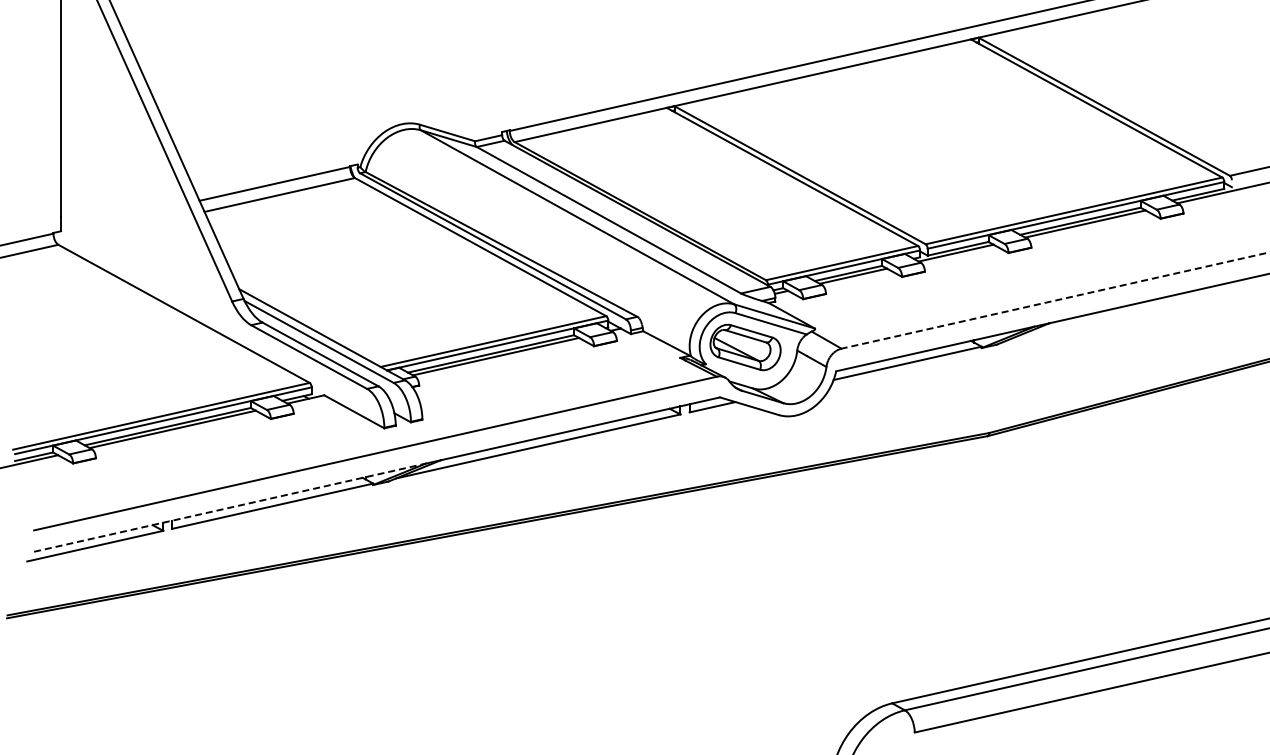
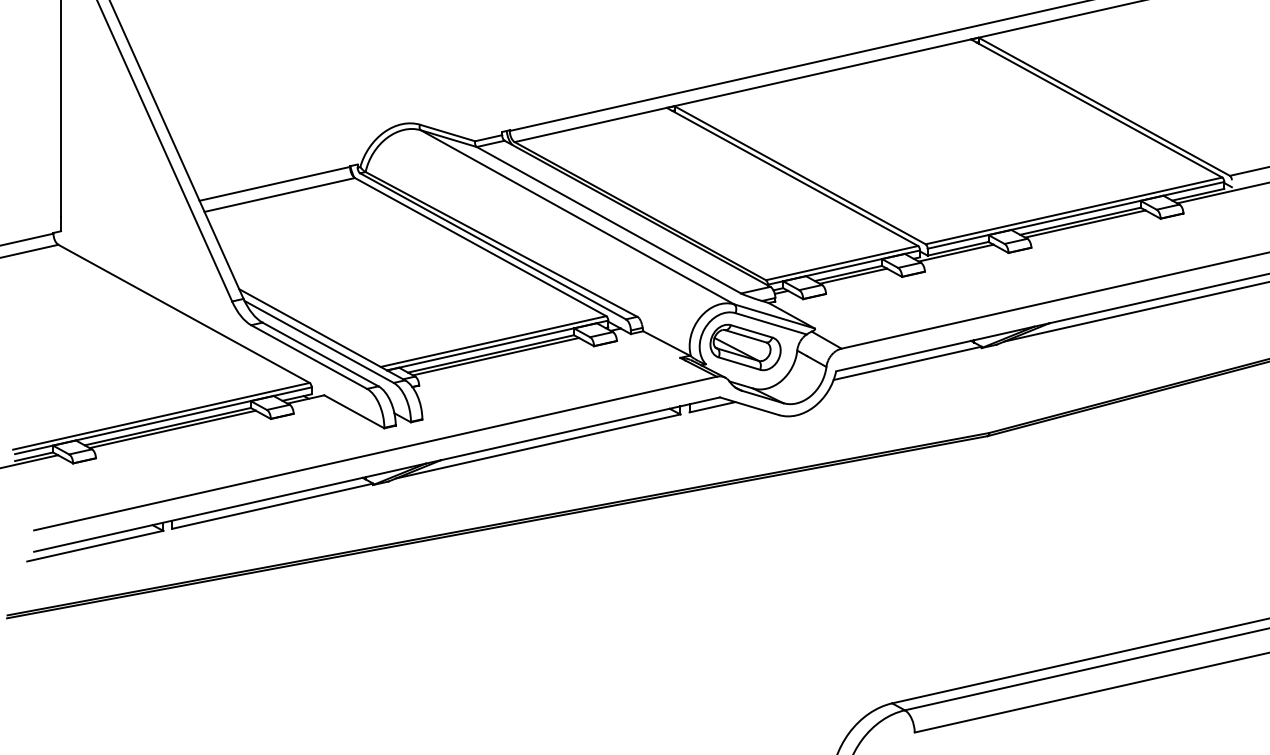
line at (1055, 300): dashed -> solid
line at (1135, 311): none -> present
line at (229, 507): dashed -> solid
